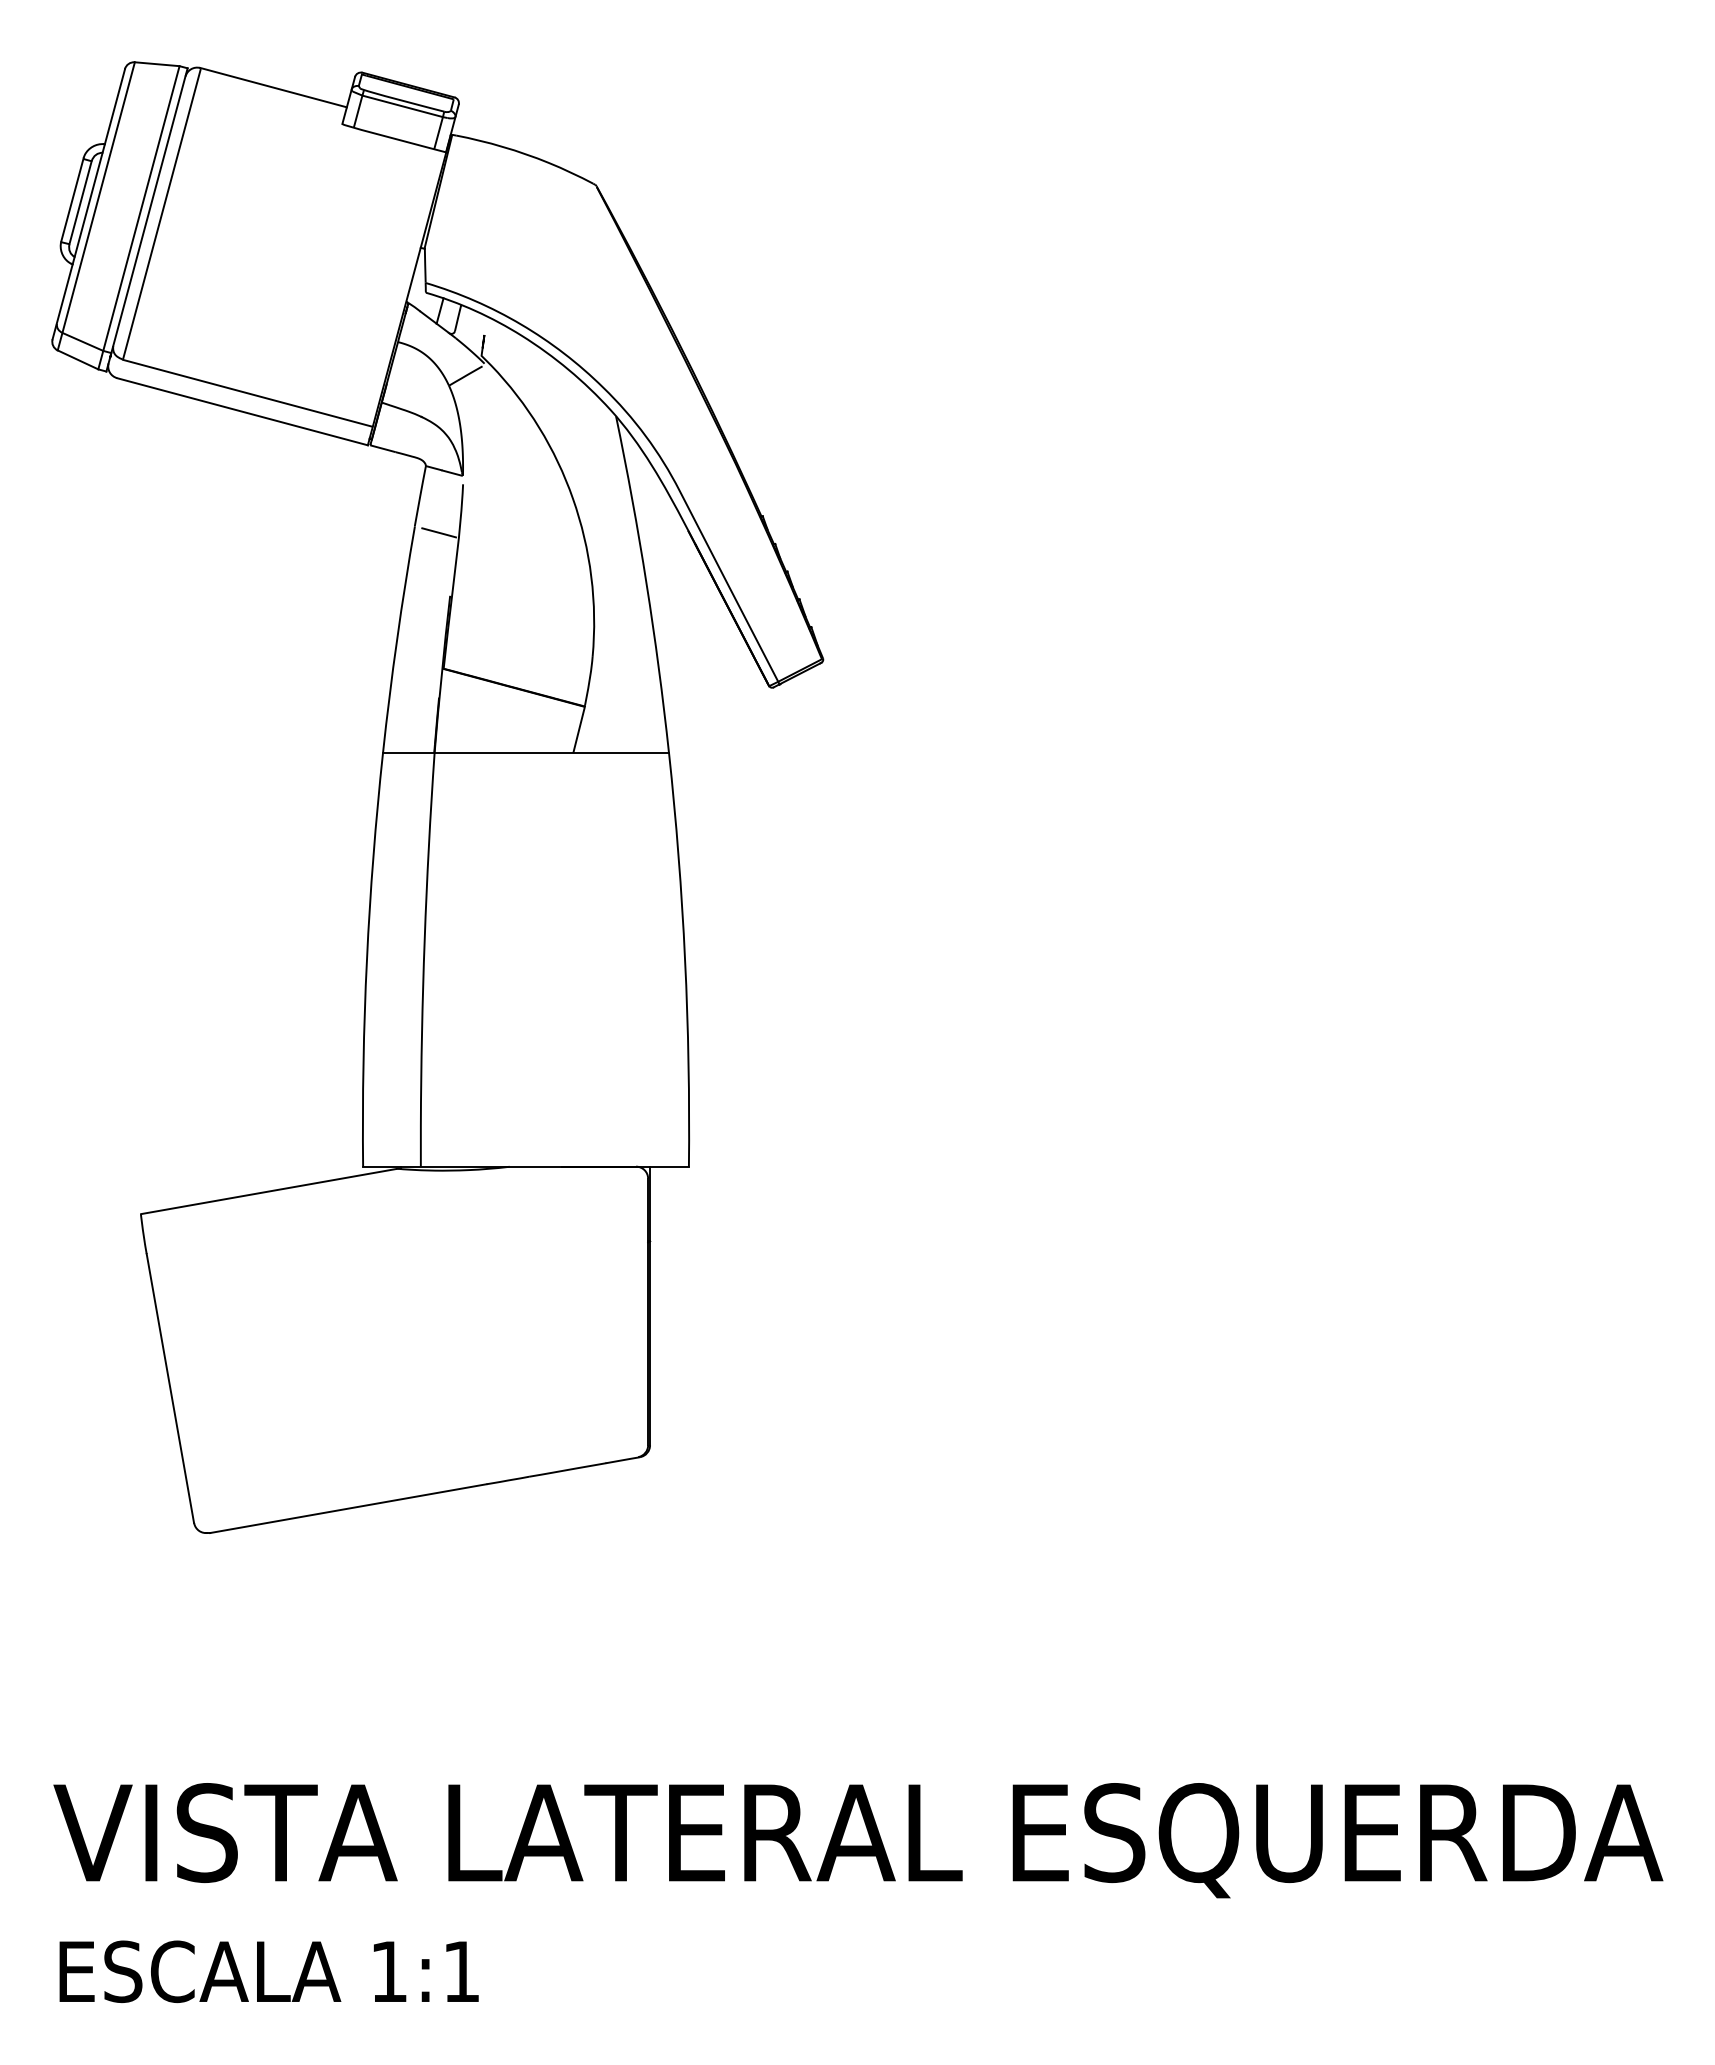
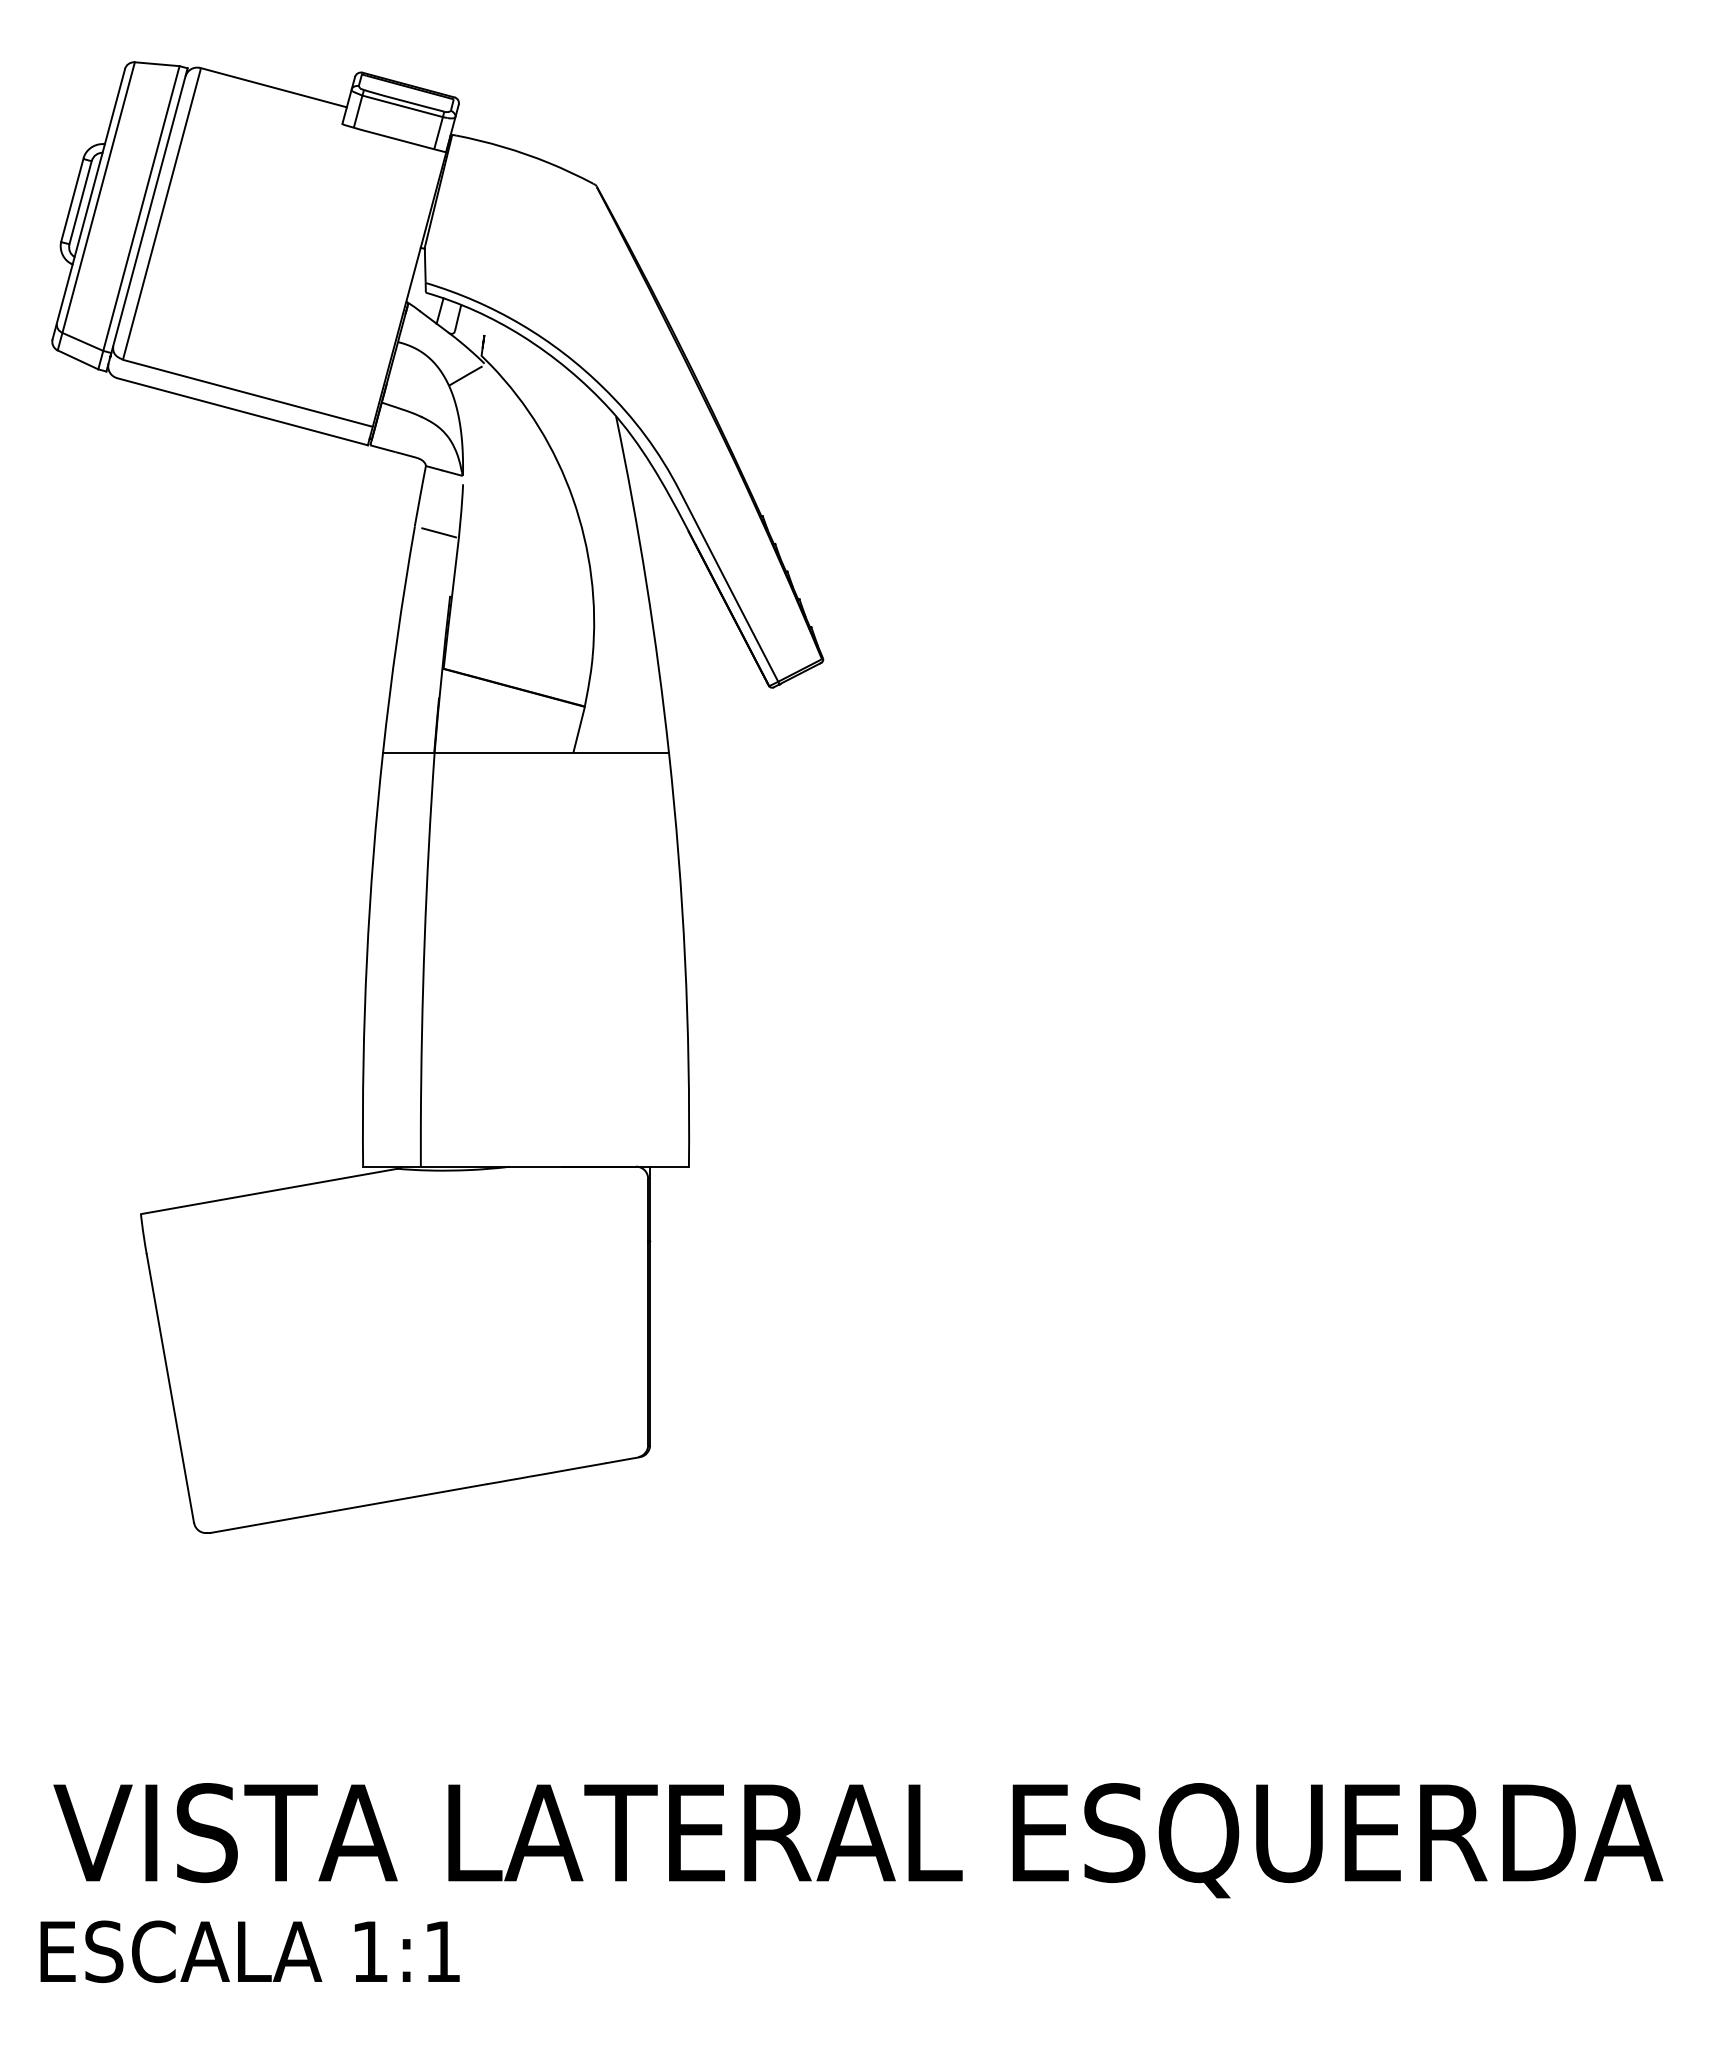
text at (268, 1971) position: (268, 1971) -> (249, 1951)
